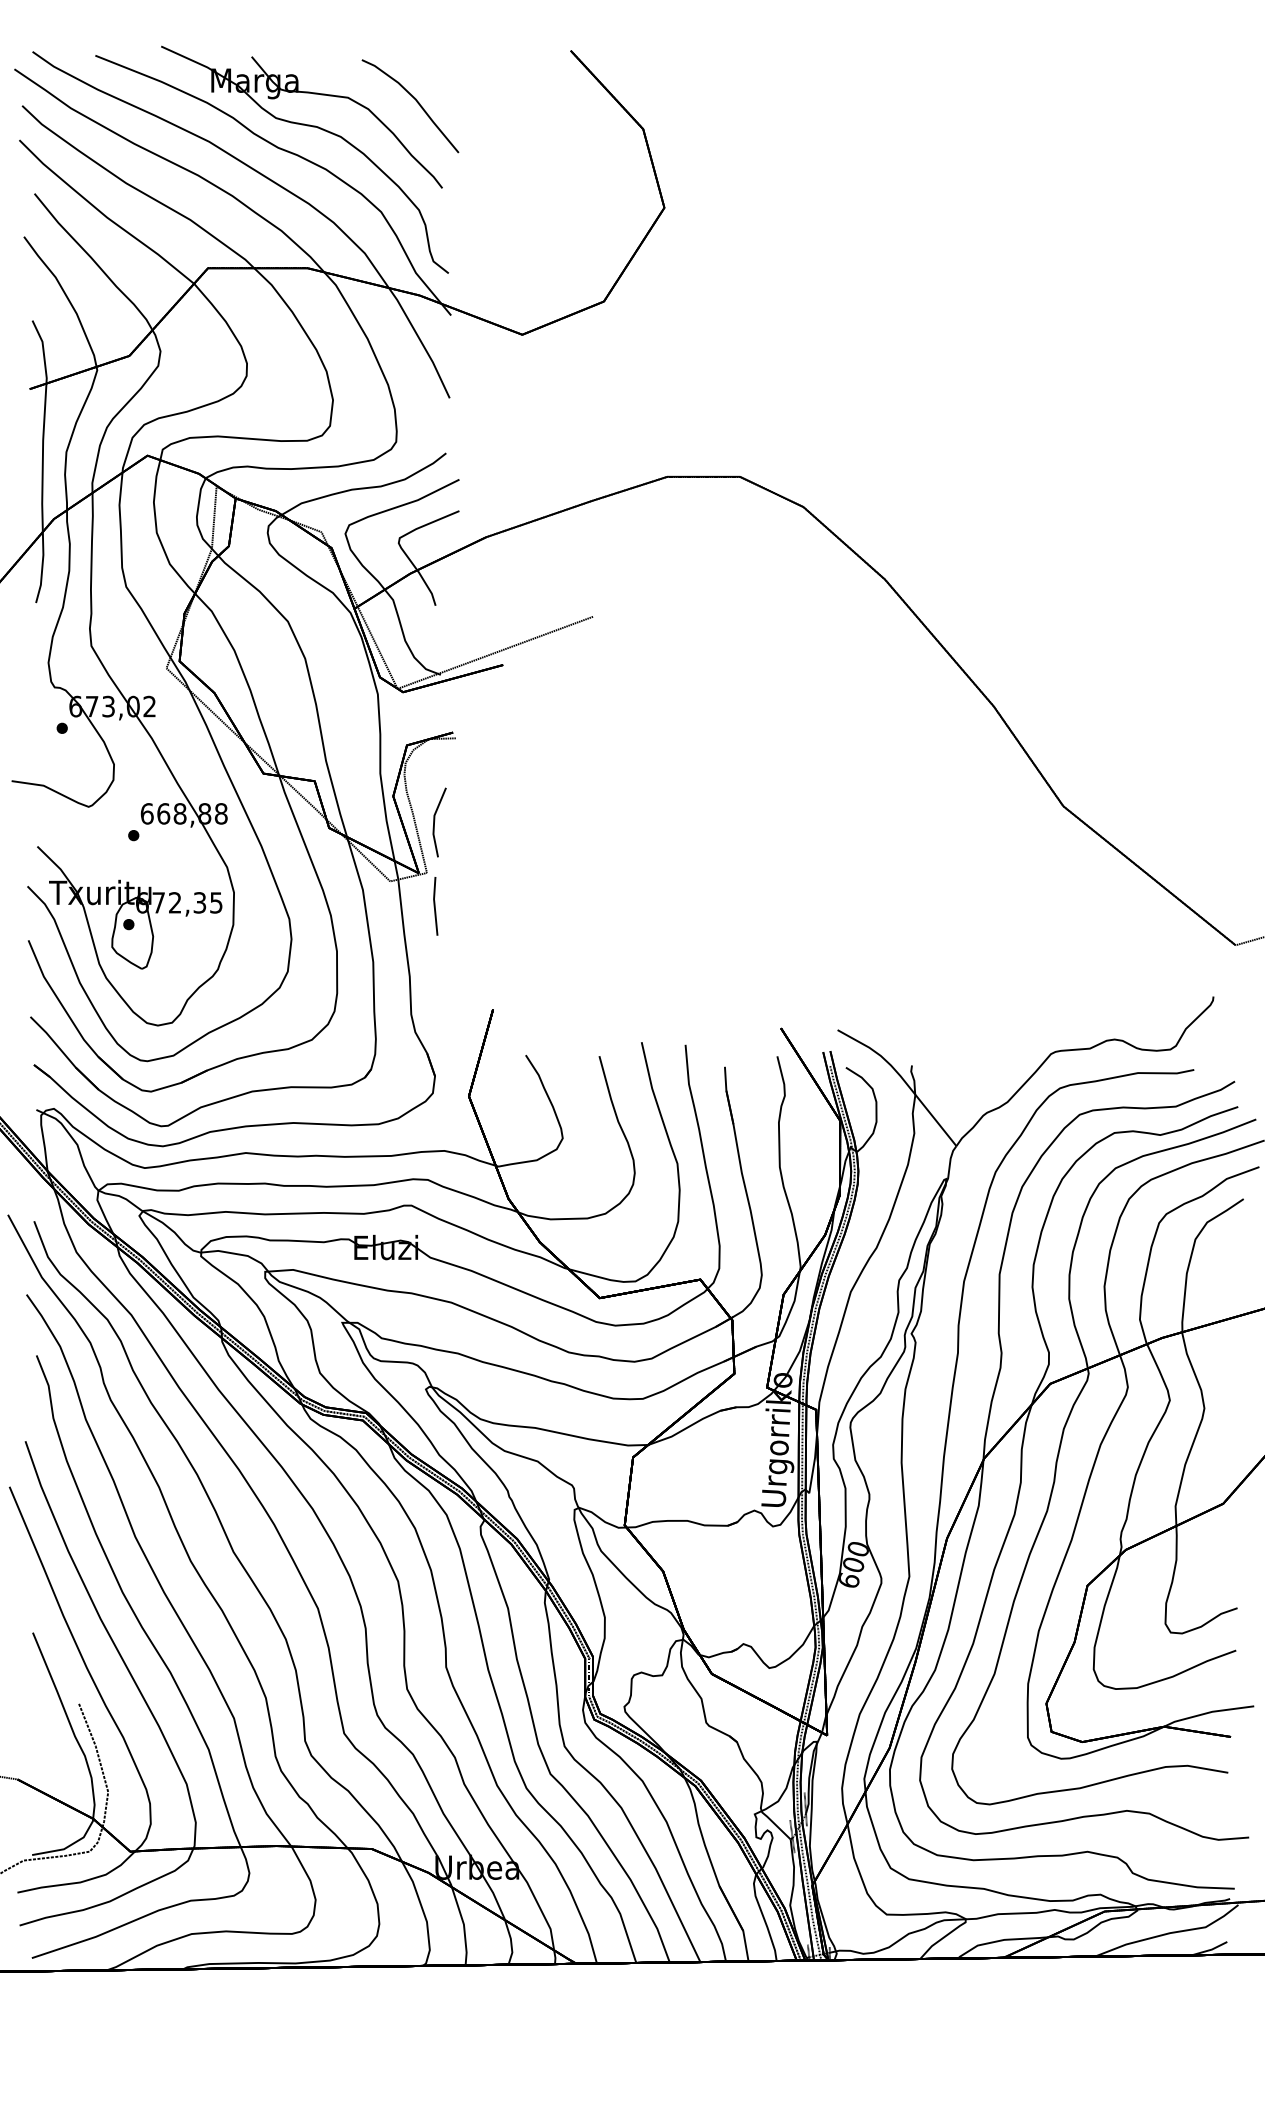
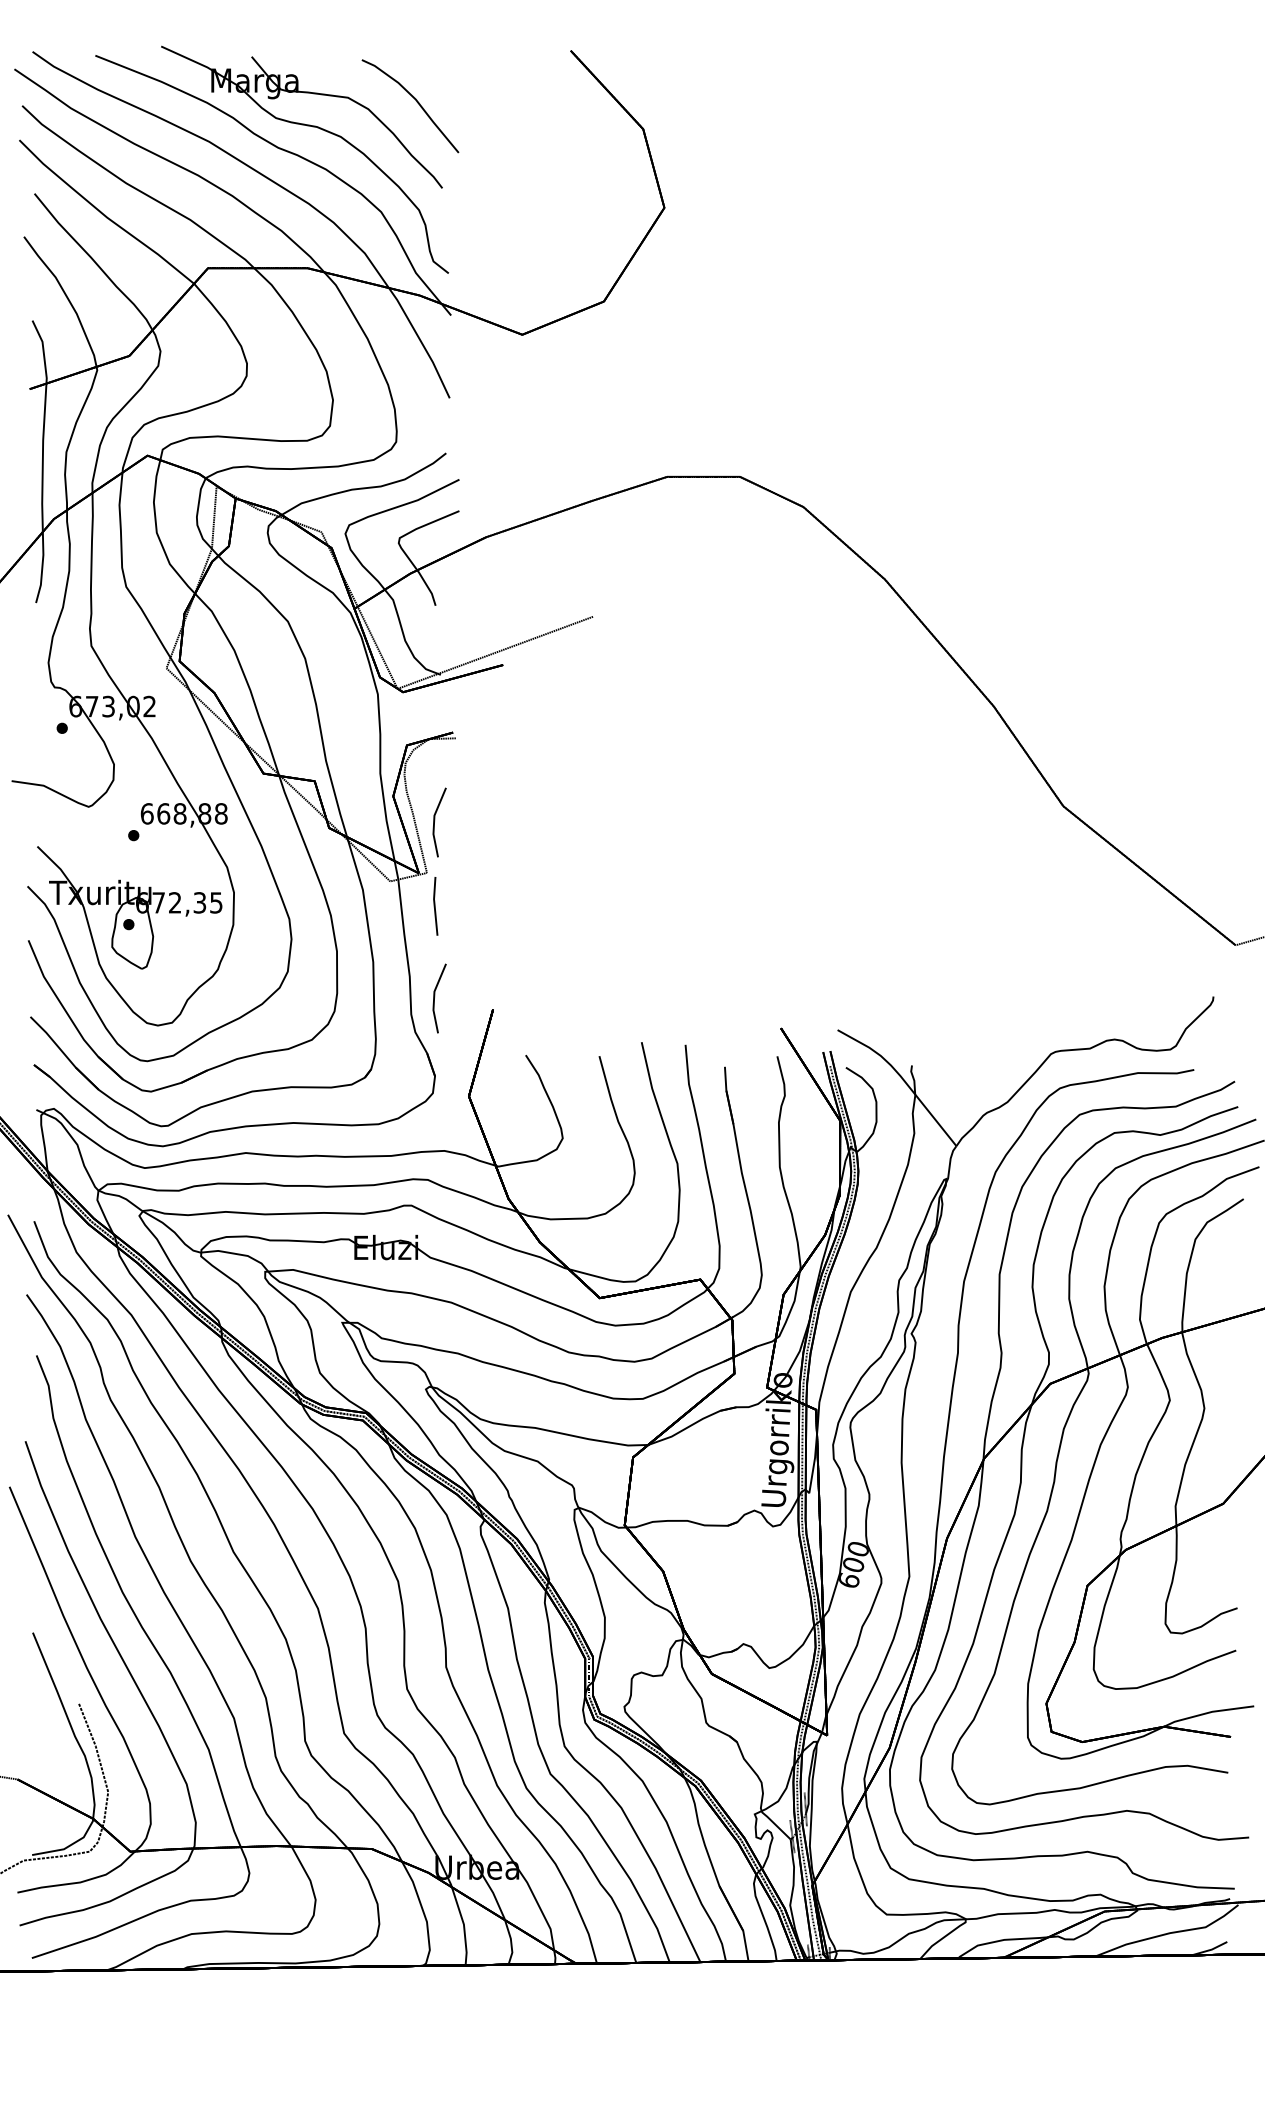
line at (435, 996): none -> present
